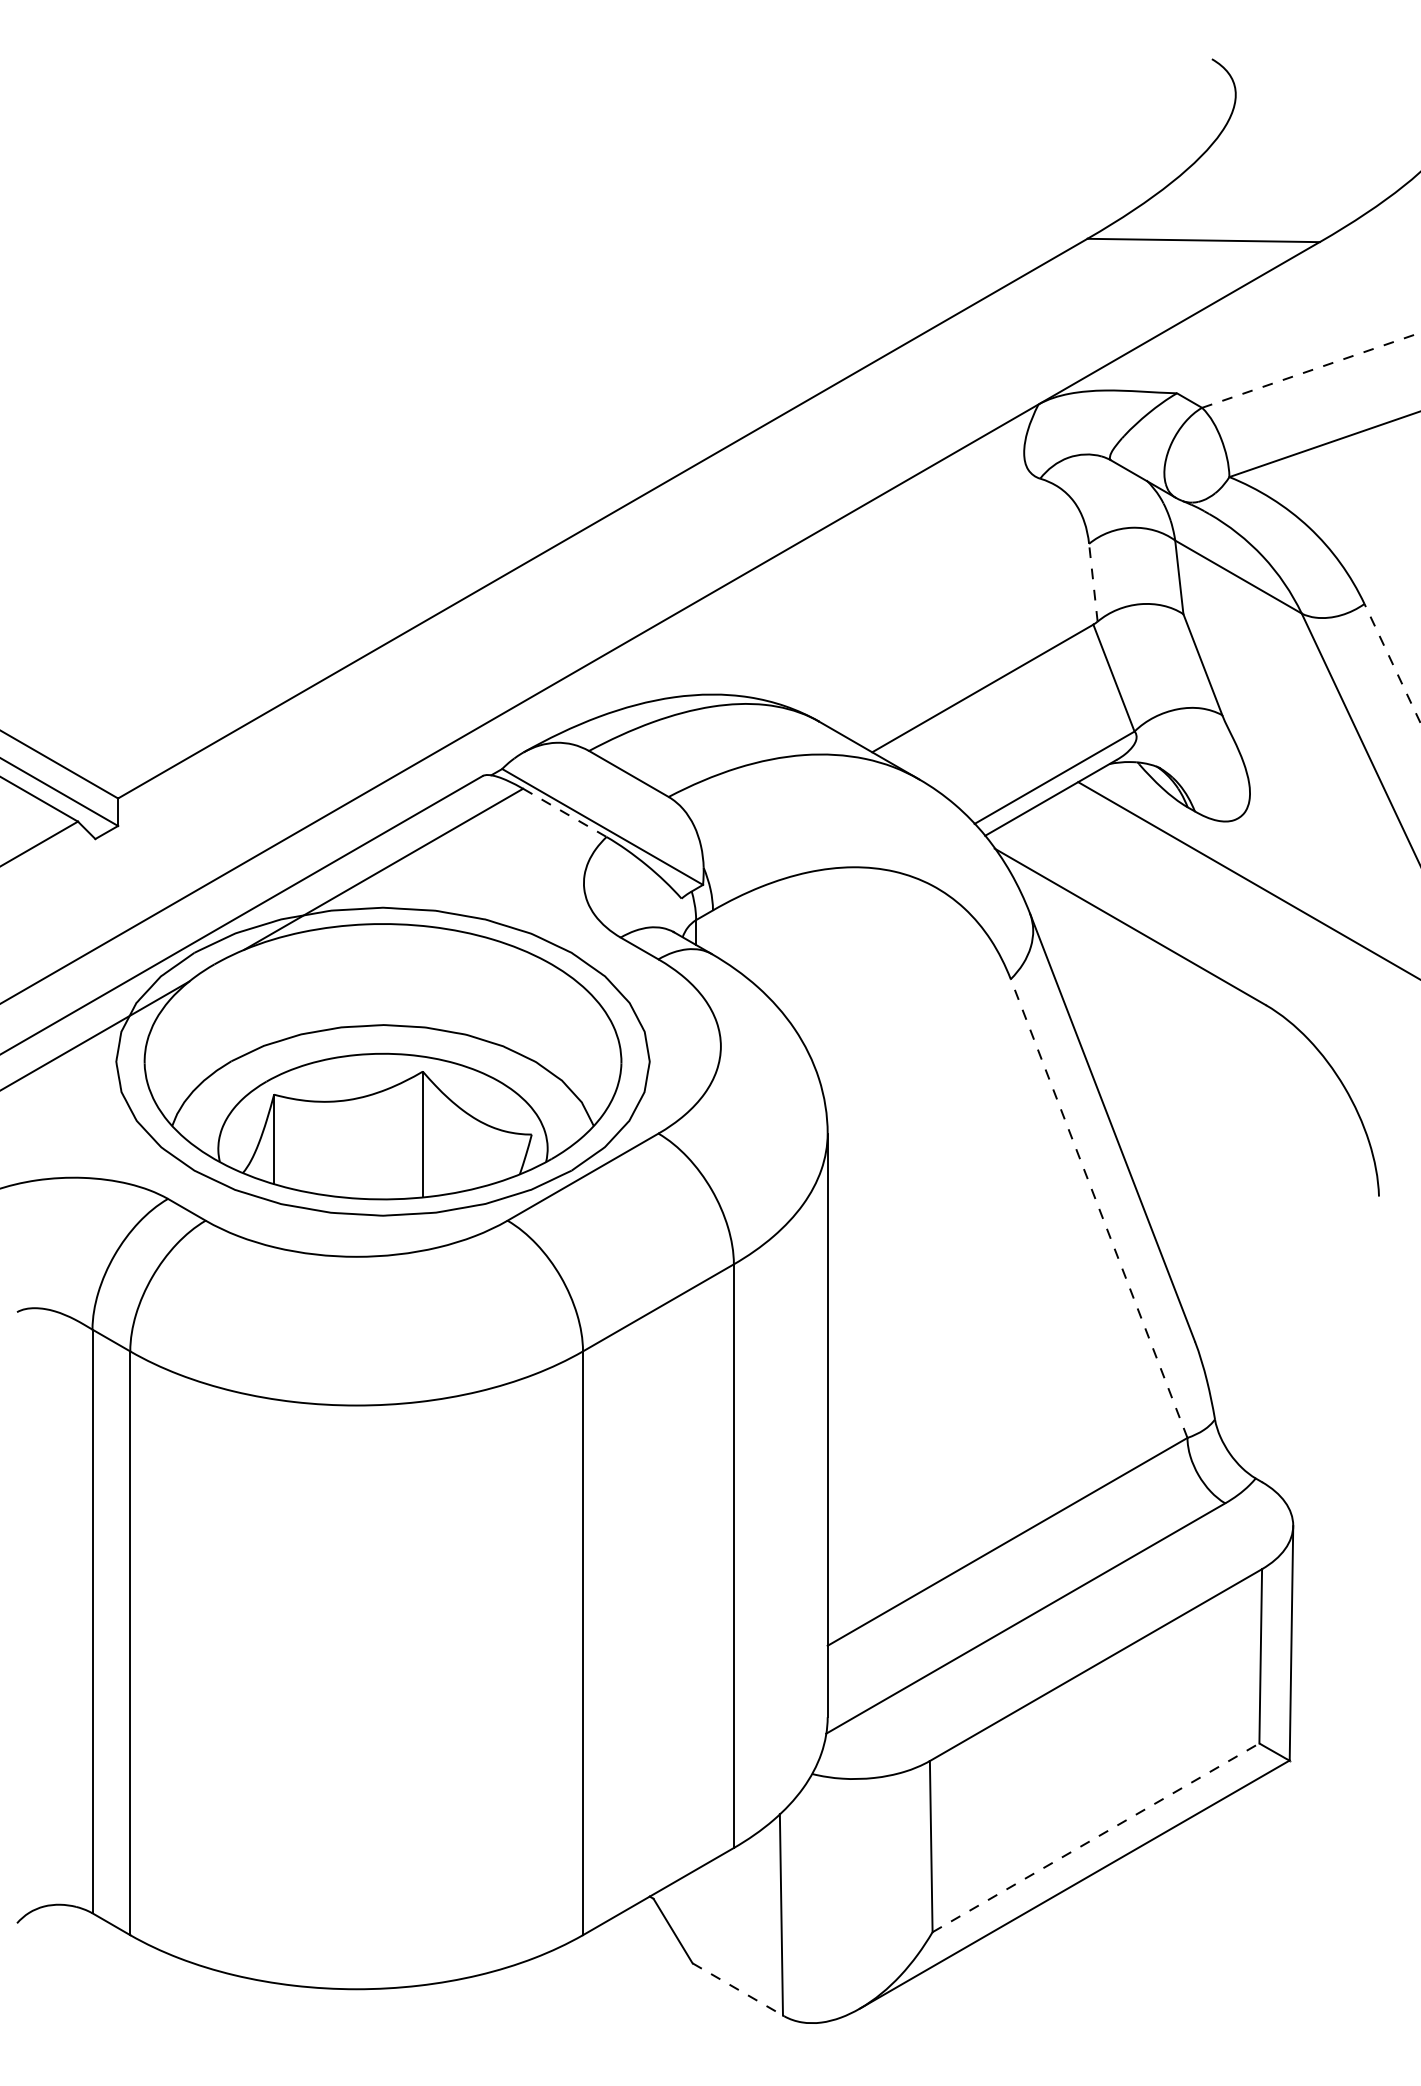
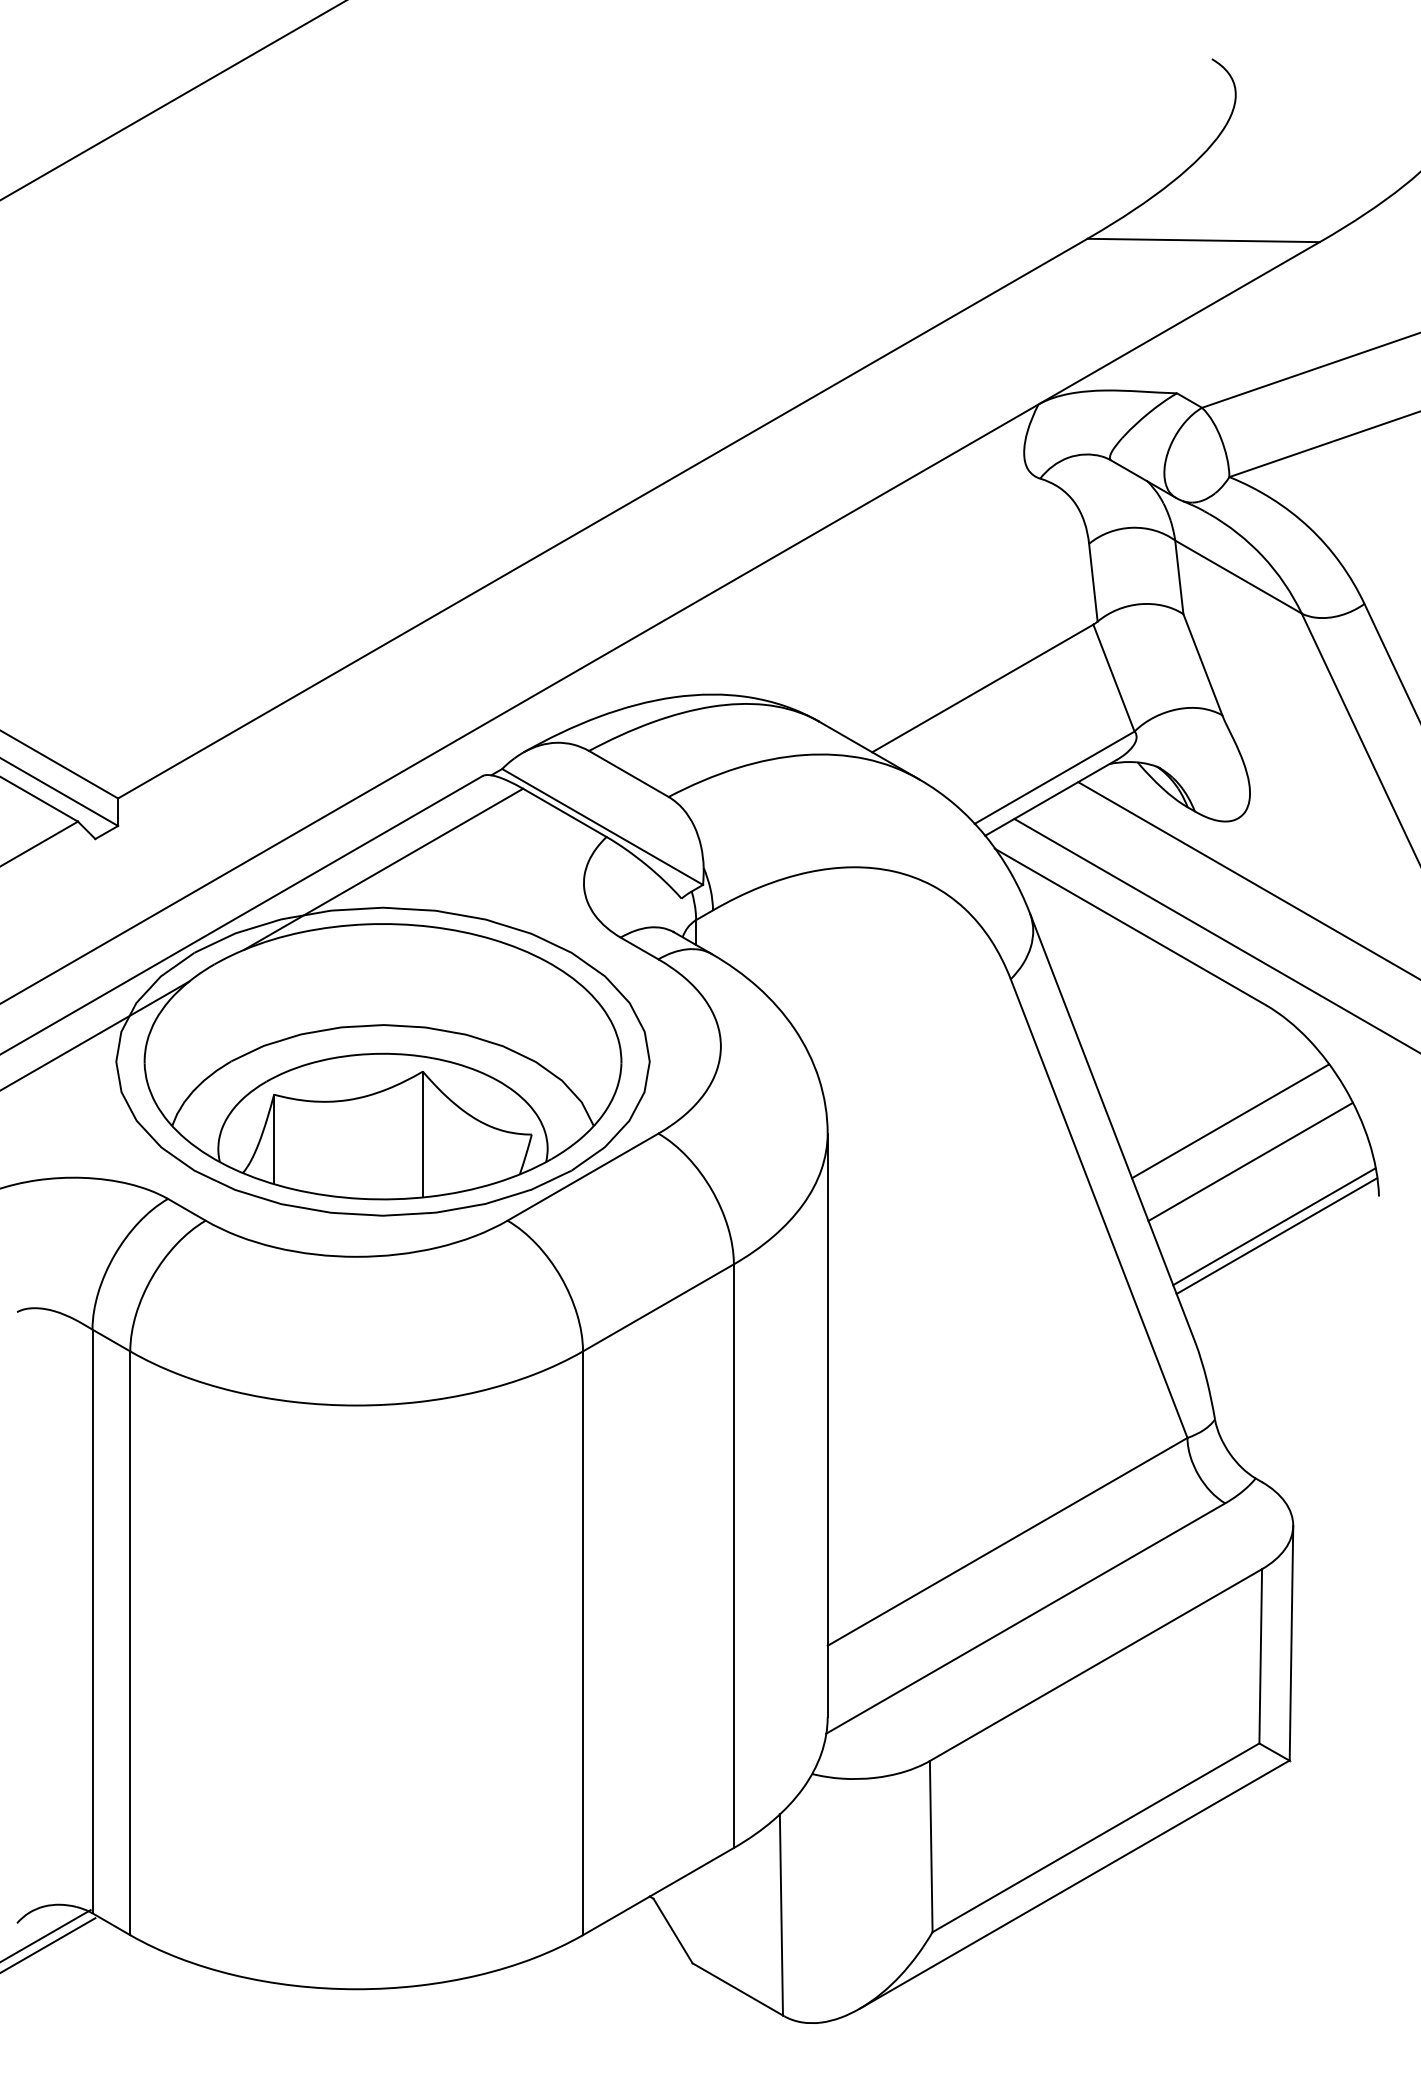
line at (172, 100): none -> present
line at (1311, 370): dashed -> solid
line at (1093, 582): dashed -> solid
line at (1392, 663): dashed -> solid
line at (565, 813): dashed -> solid
line at (1215, 934): none -> present
line at (1230, 1121): none -> present
line at (1250, 1161): none -> present
line at (1099, 1208): dashed -> solid
line at (1274, 1226): none -> present
line at (1276, 1236): none -> present
line at (1095, 1837): dashed -> solid
line at (46, 1935): none -> present
line at (48, 1944): none -> present
line at (738, 1989): dashed -> solid
